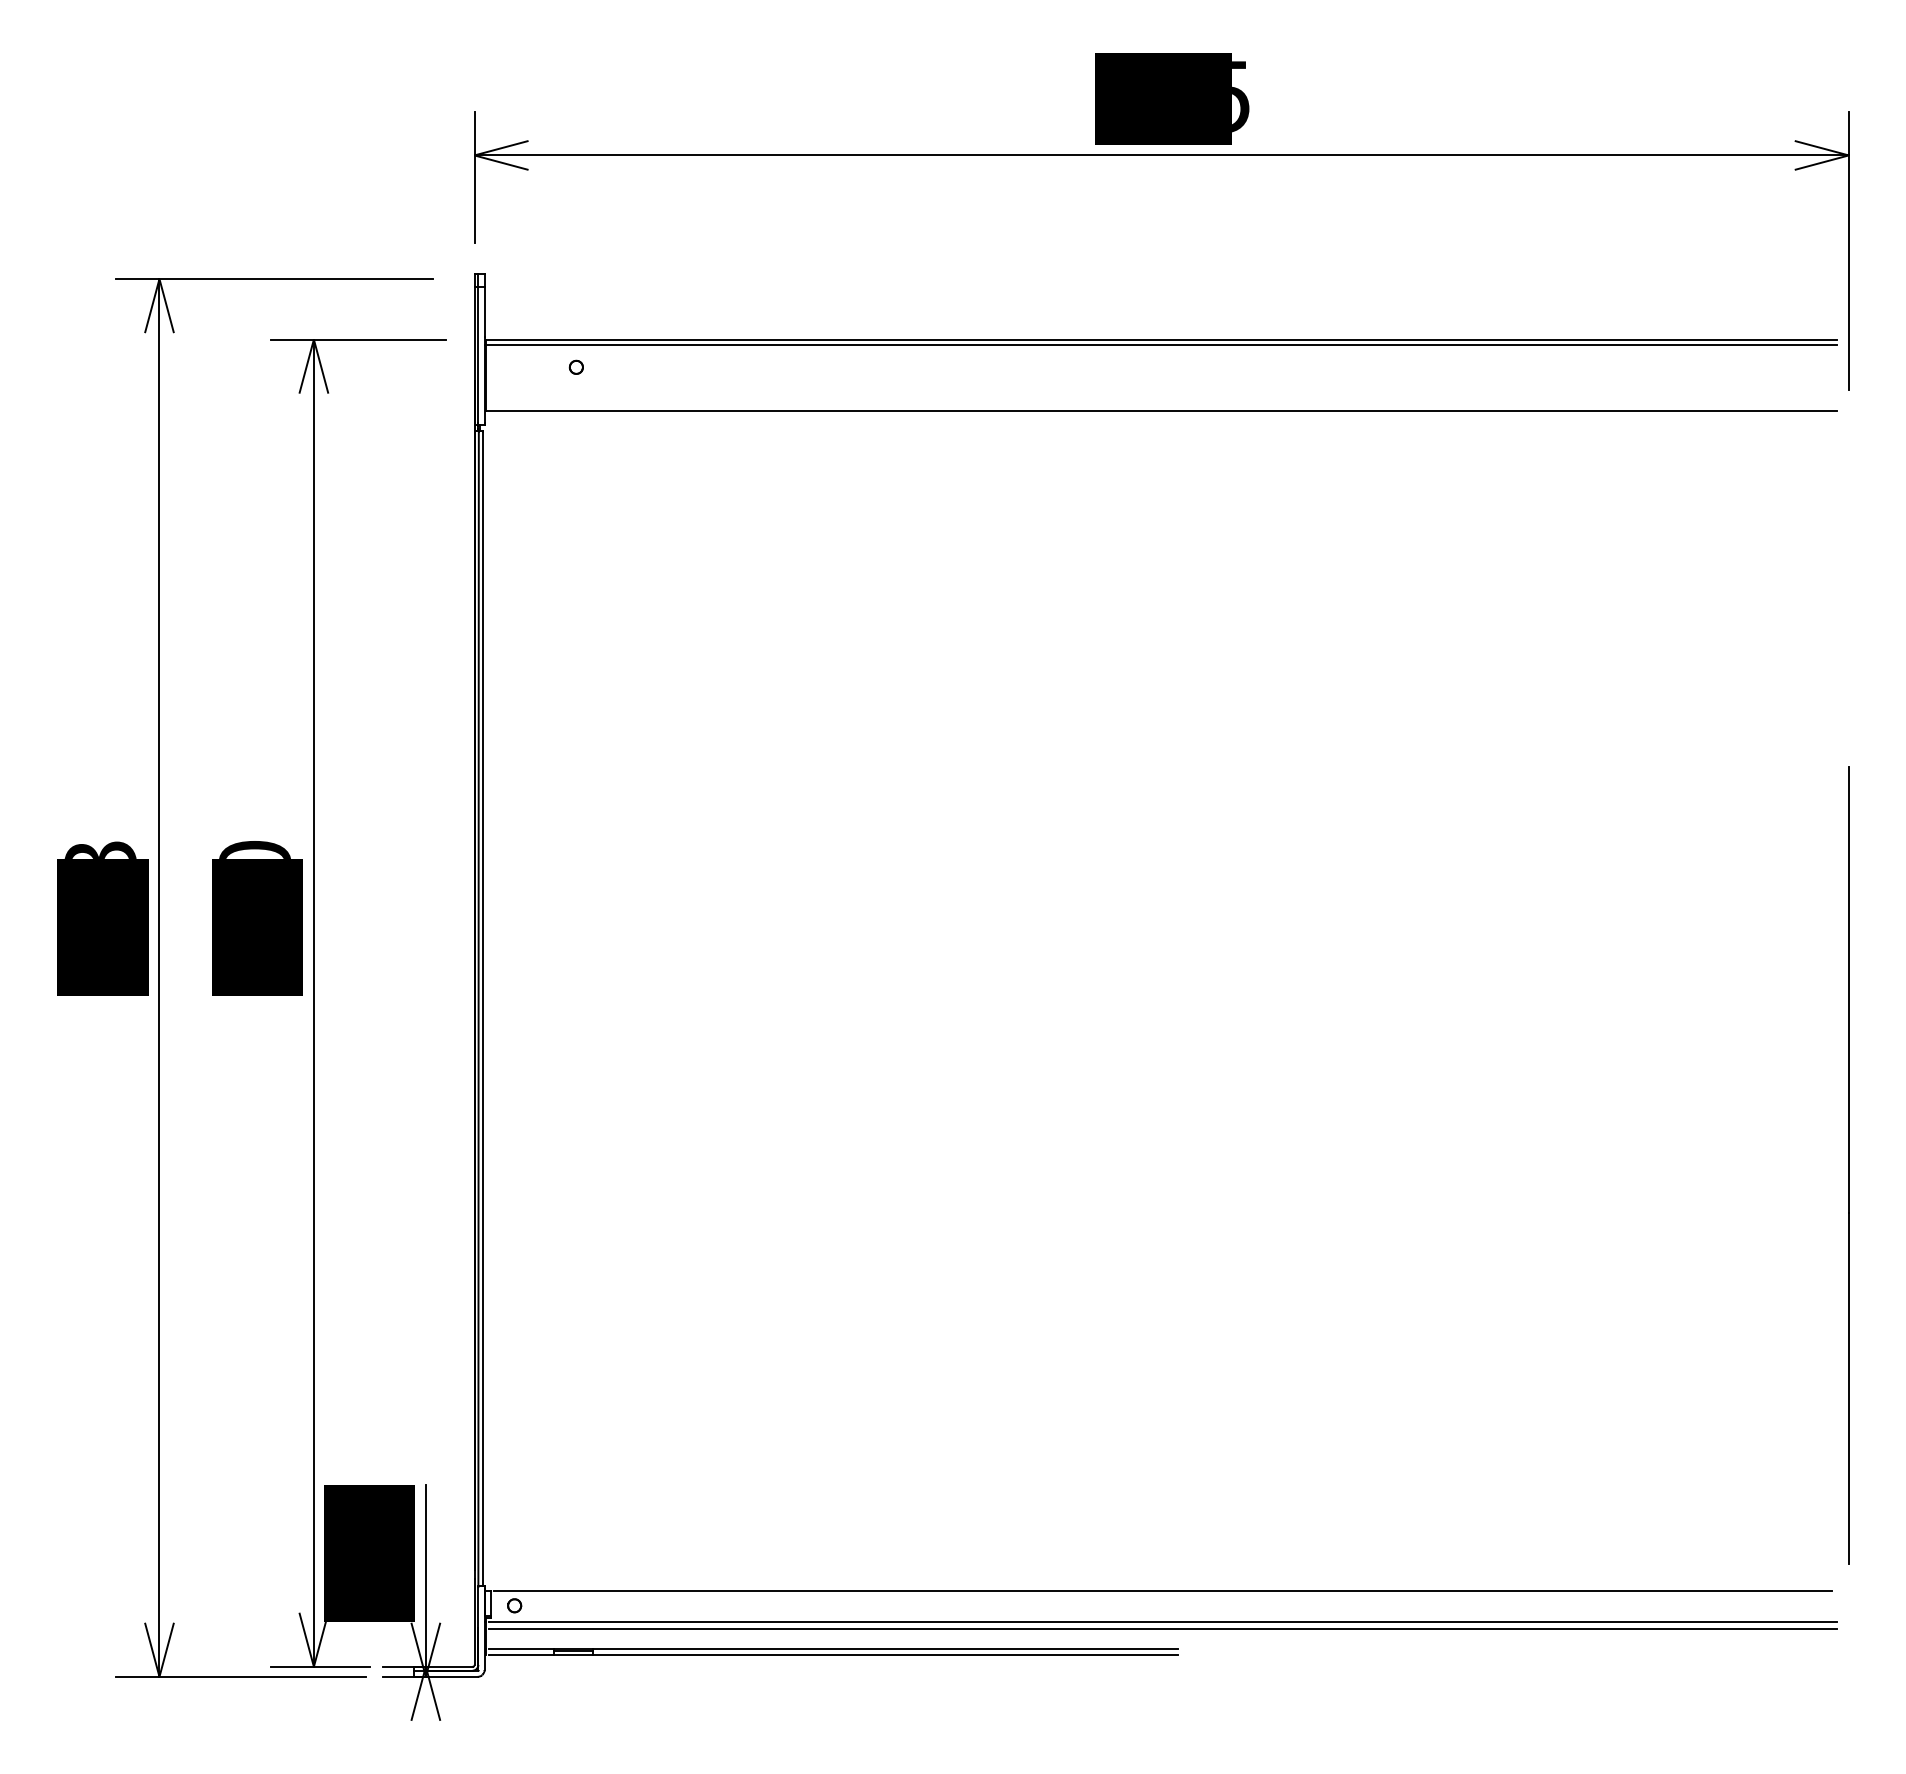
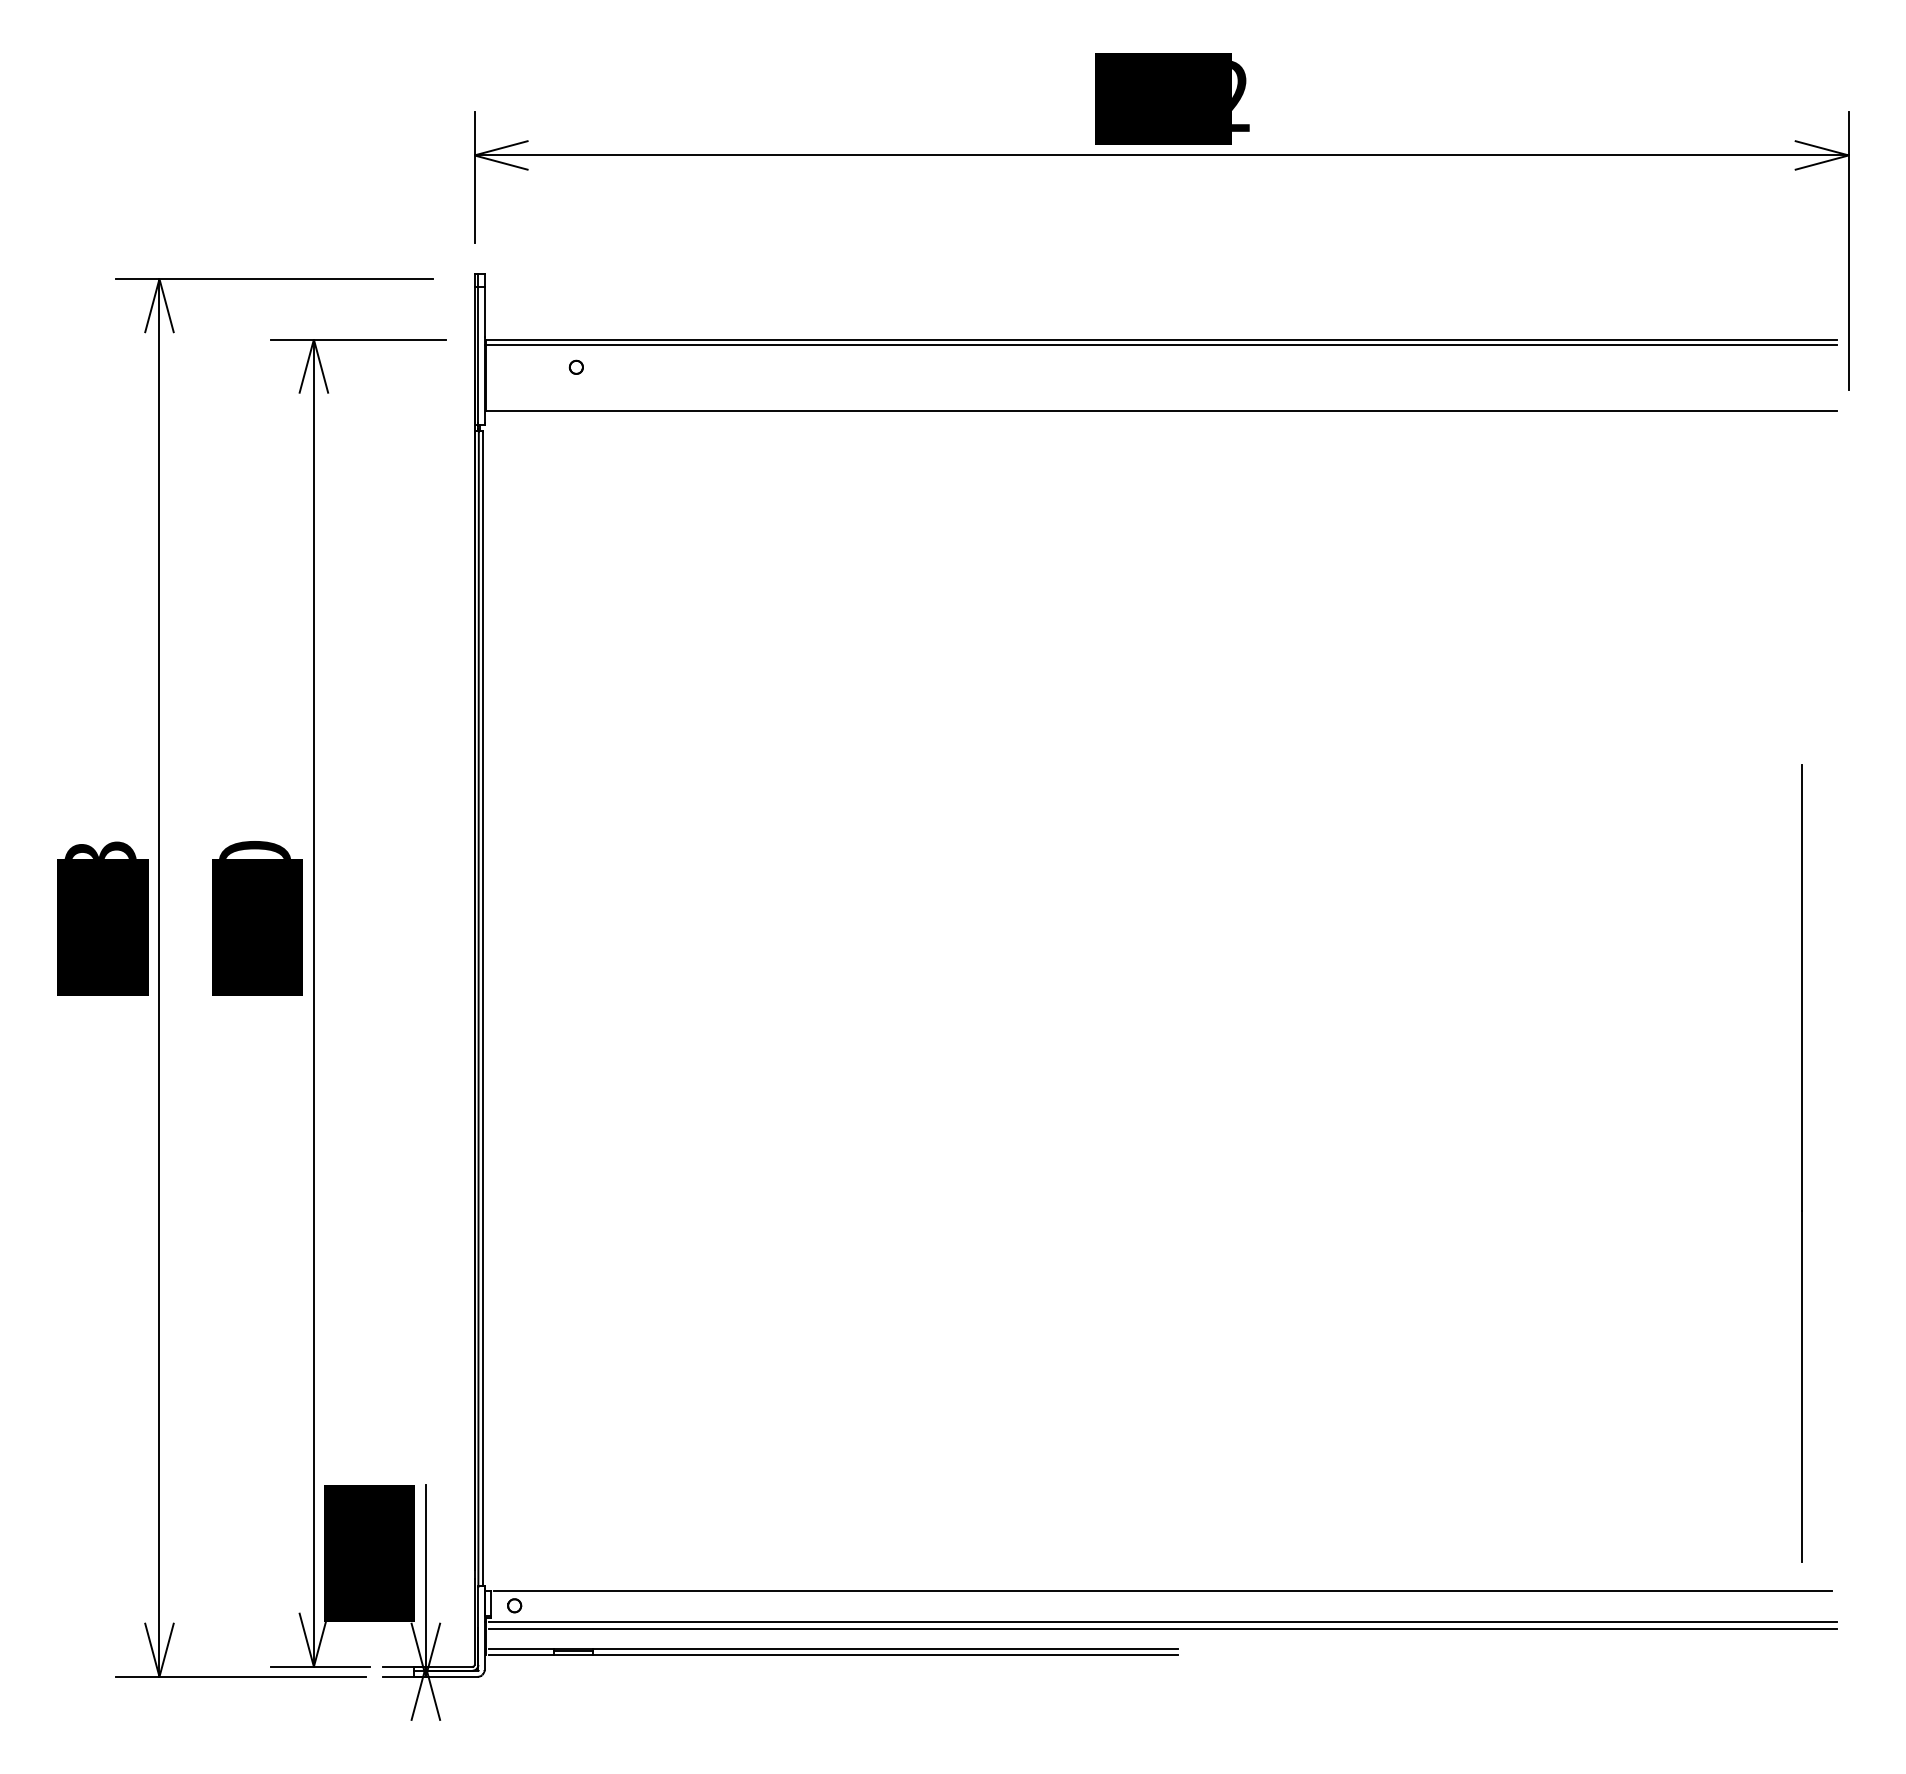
text at (1240, 96): 445 -> 332
line at (1848, 1165) position: (1848, 1165) -> (1801, 1163)
